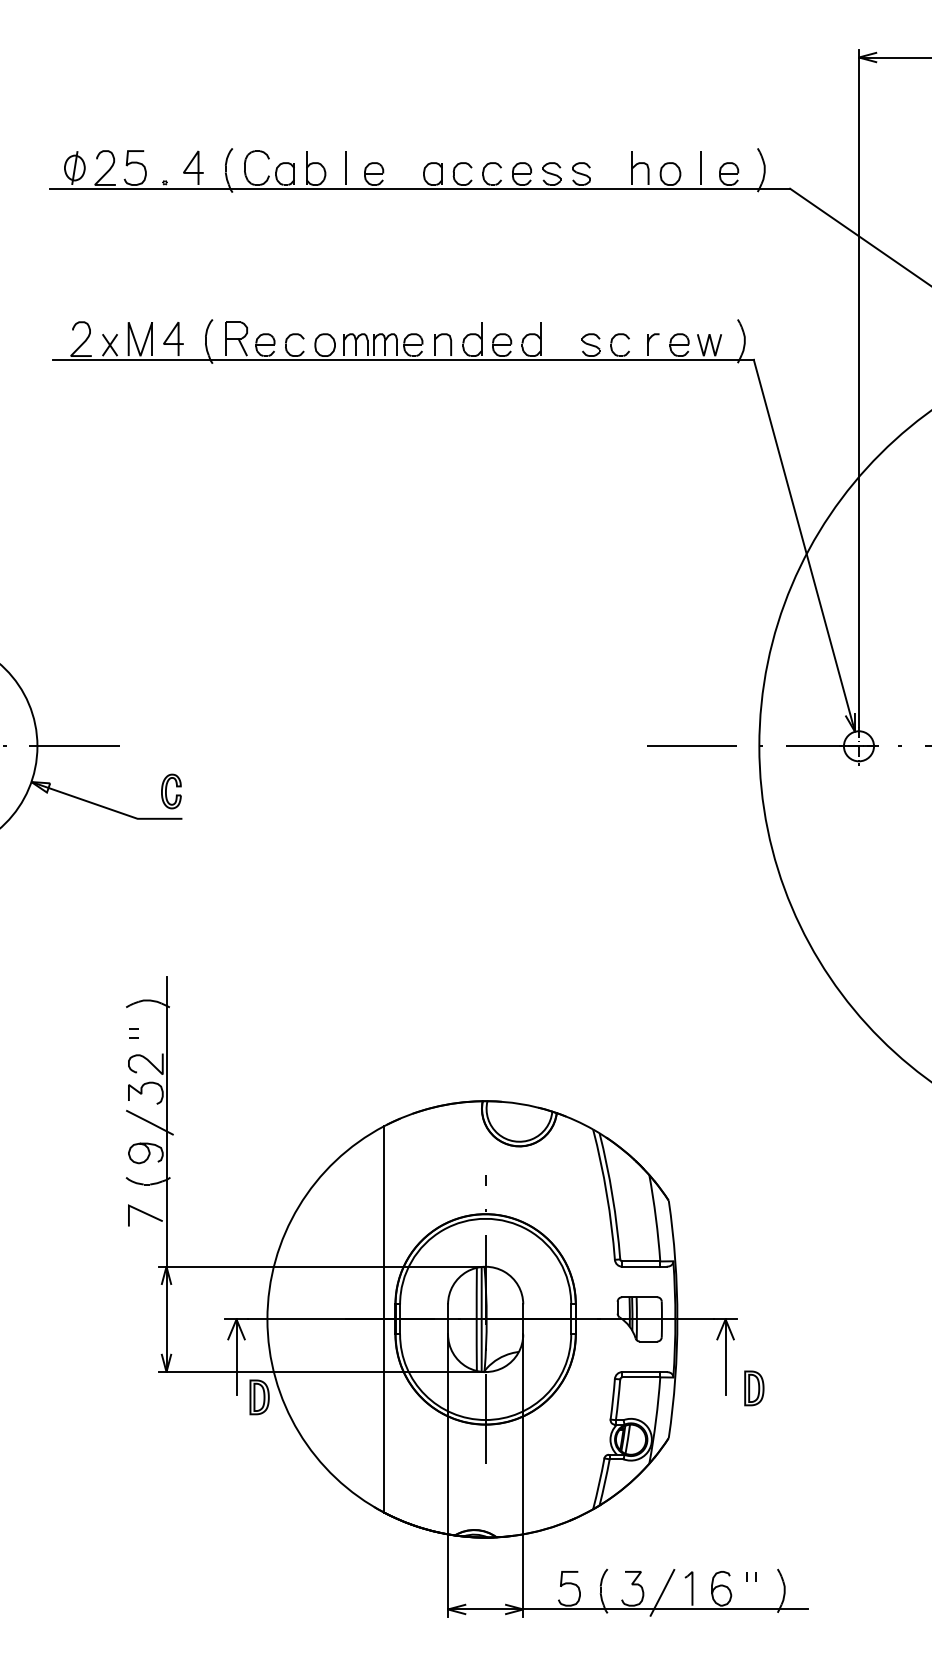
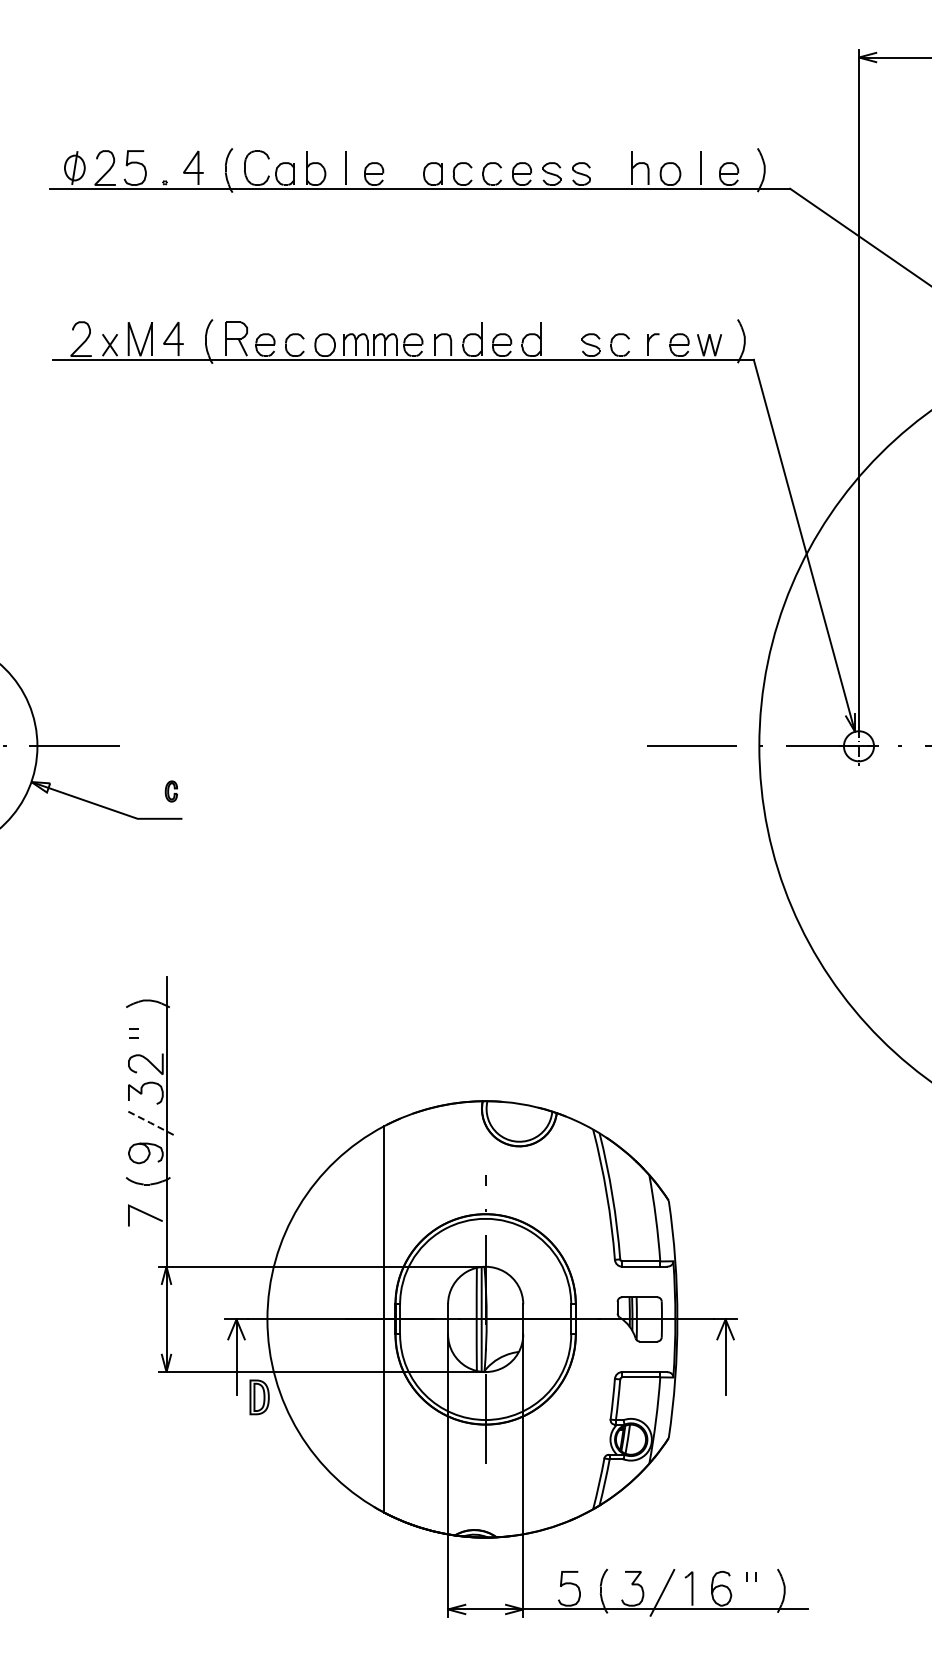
part at (171, 791) size: 21x37 px -> 14x23 px
line at (150, 1122): solid -> dashed
part at (754, 1388): present -> none
